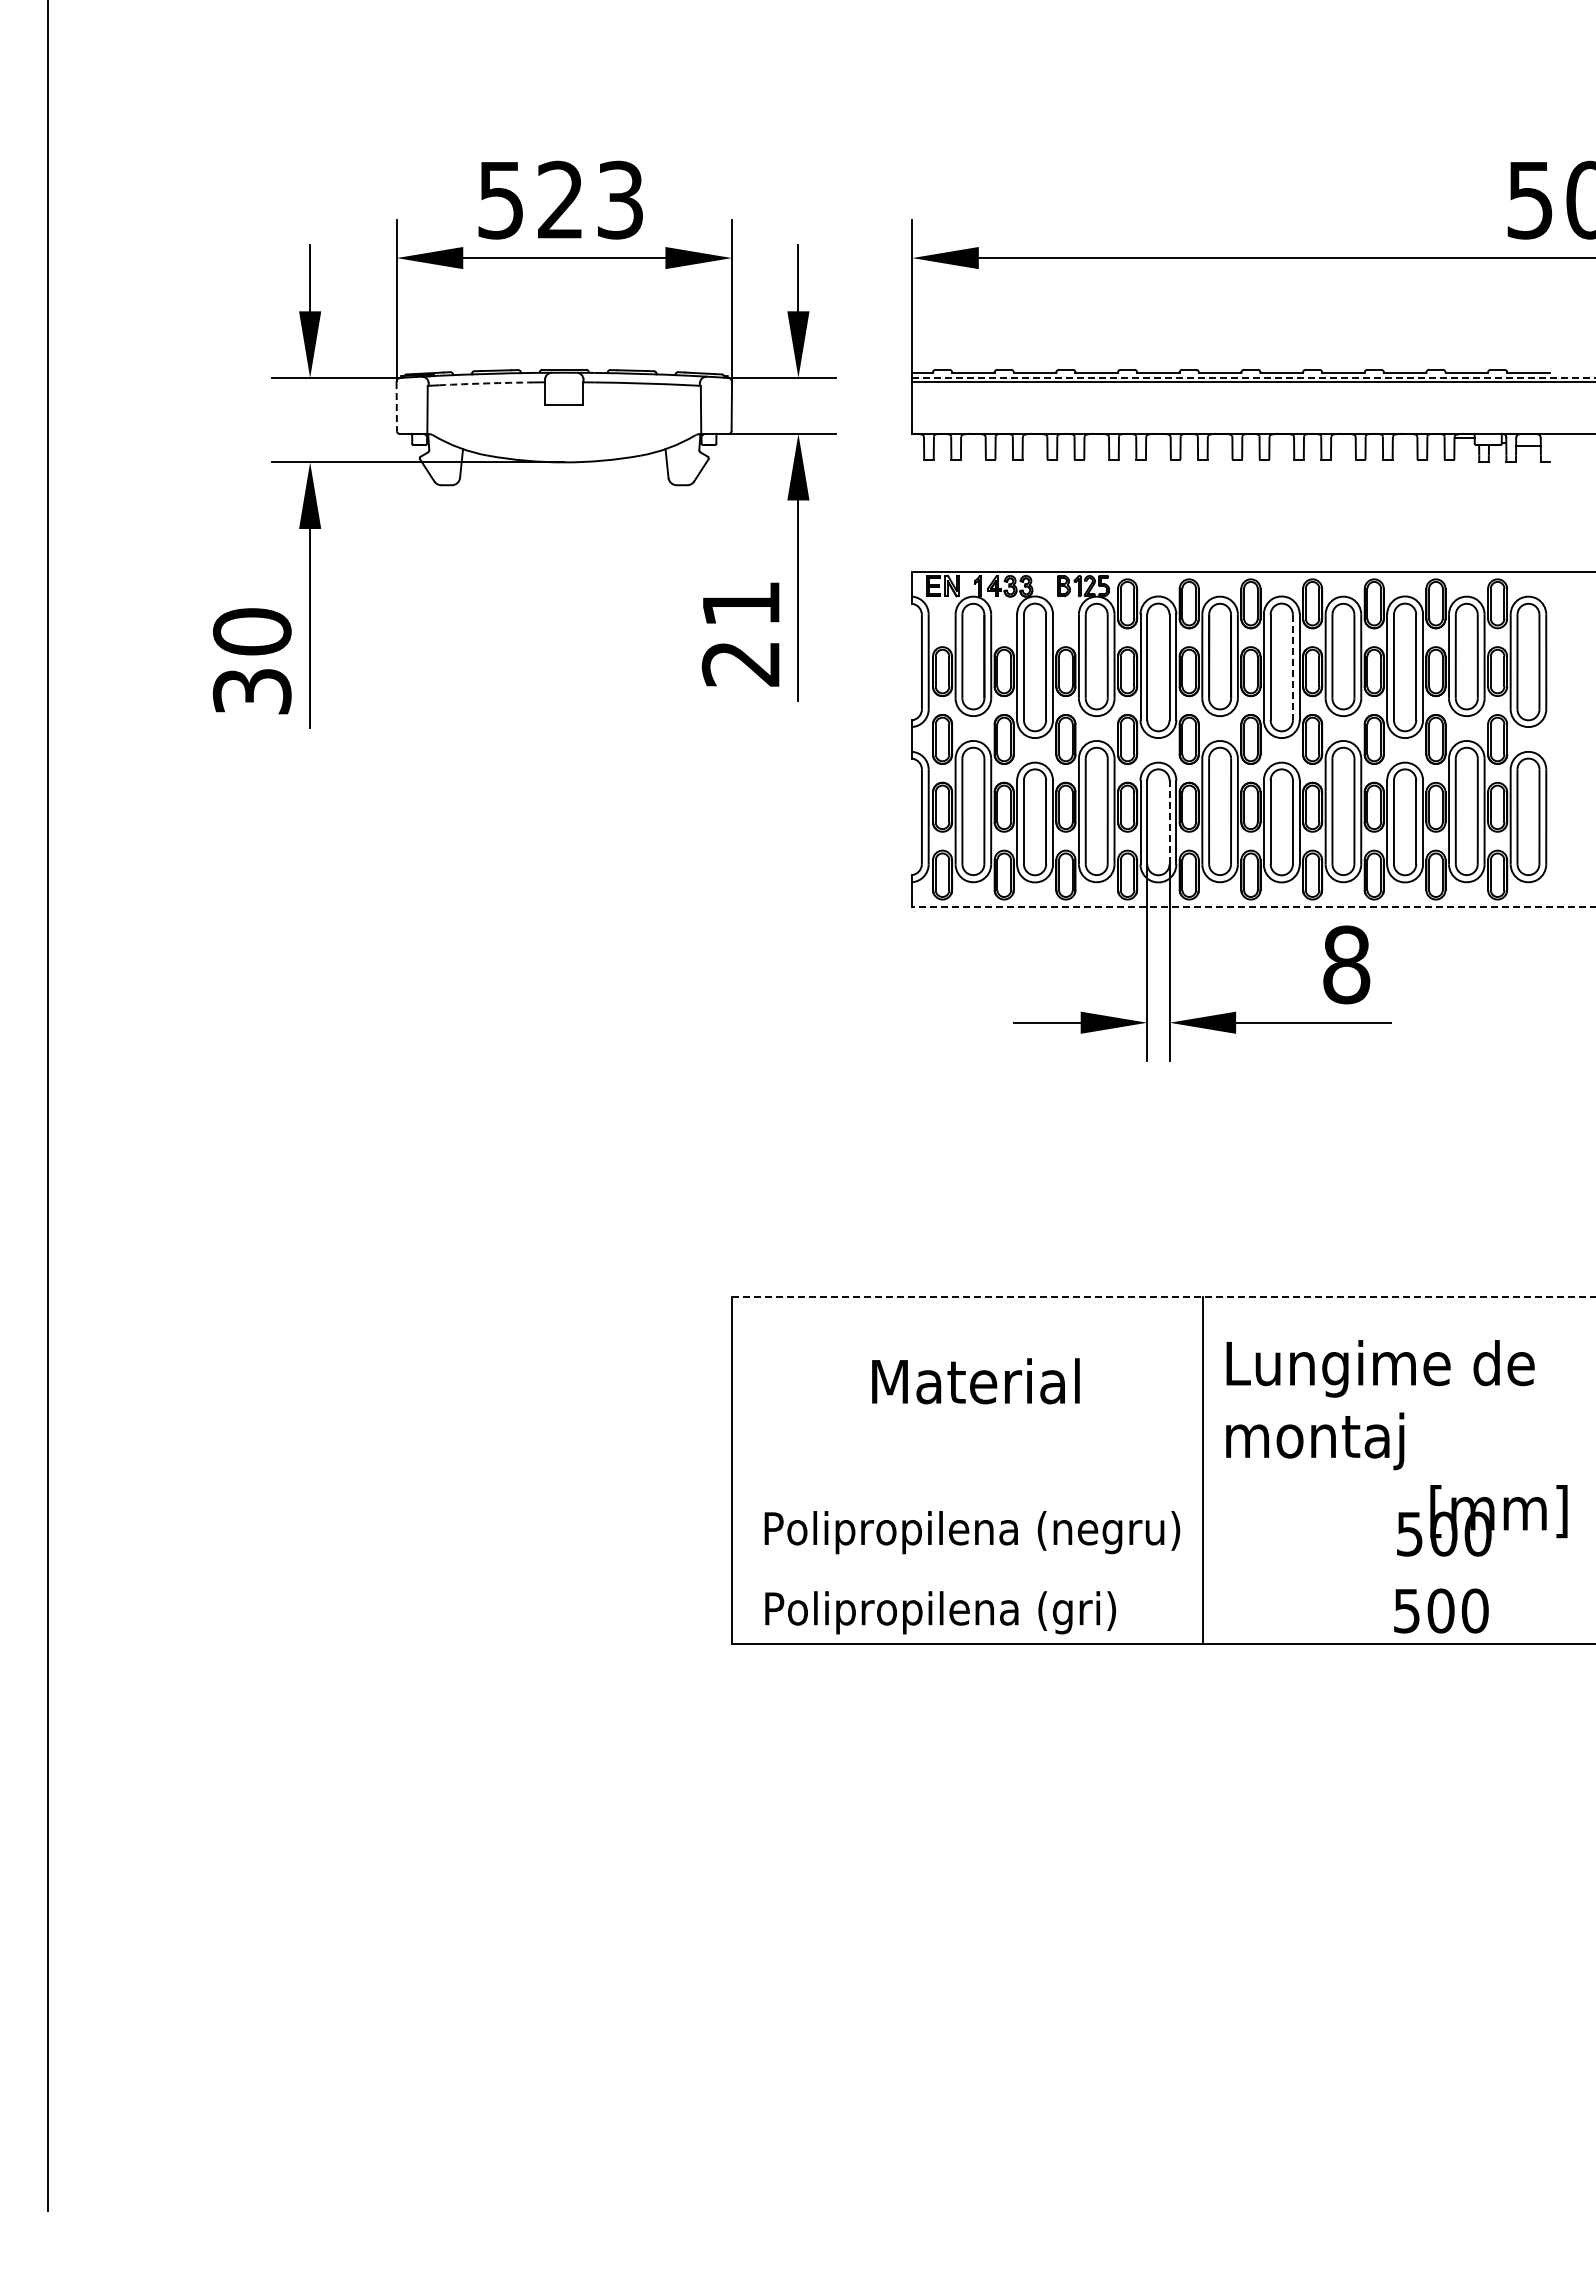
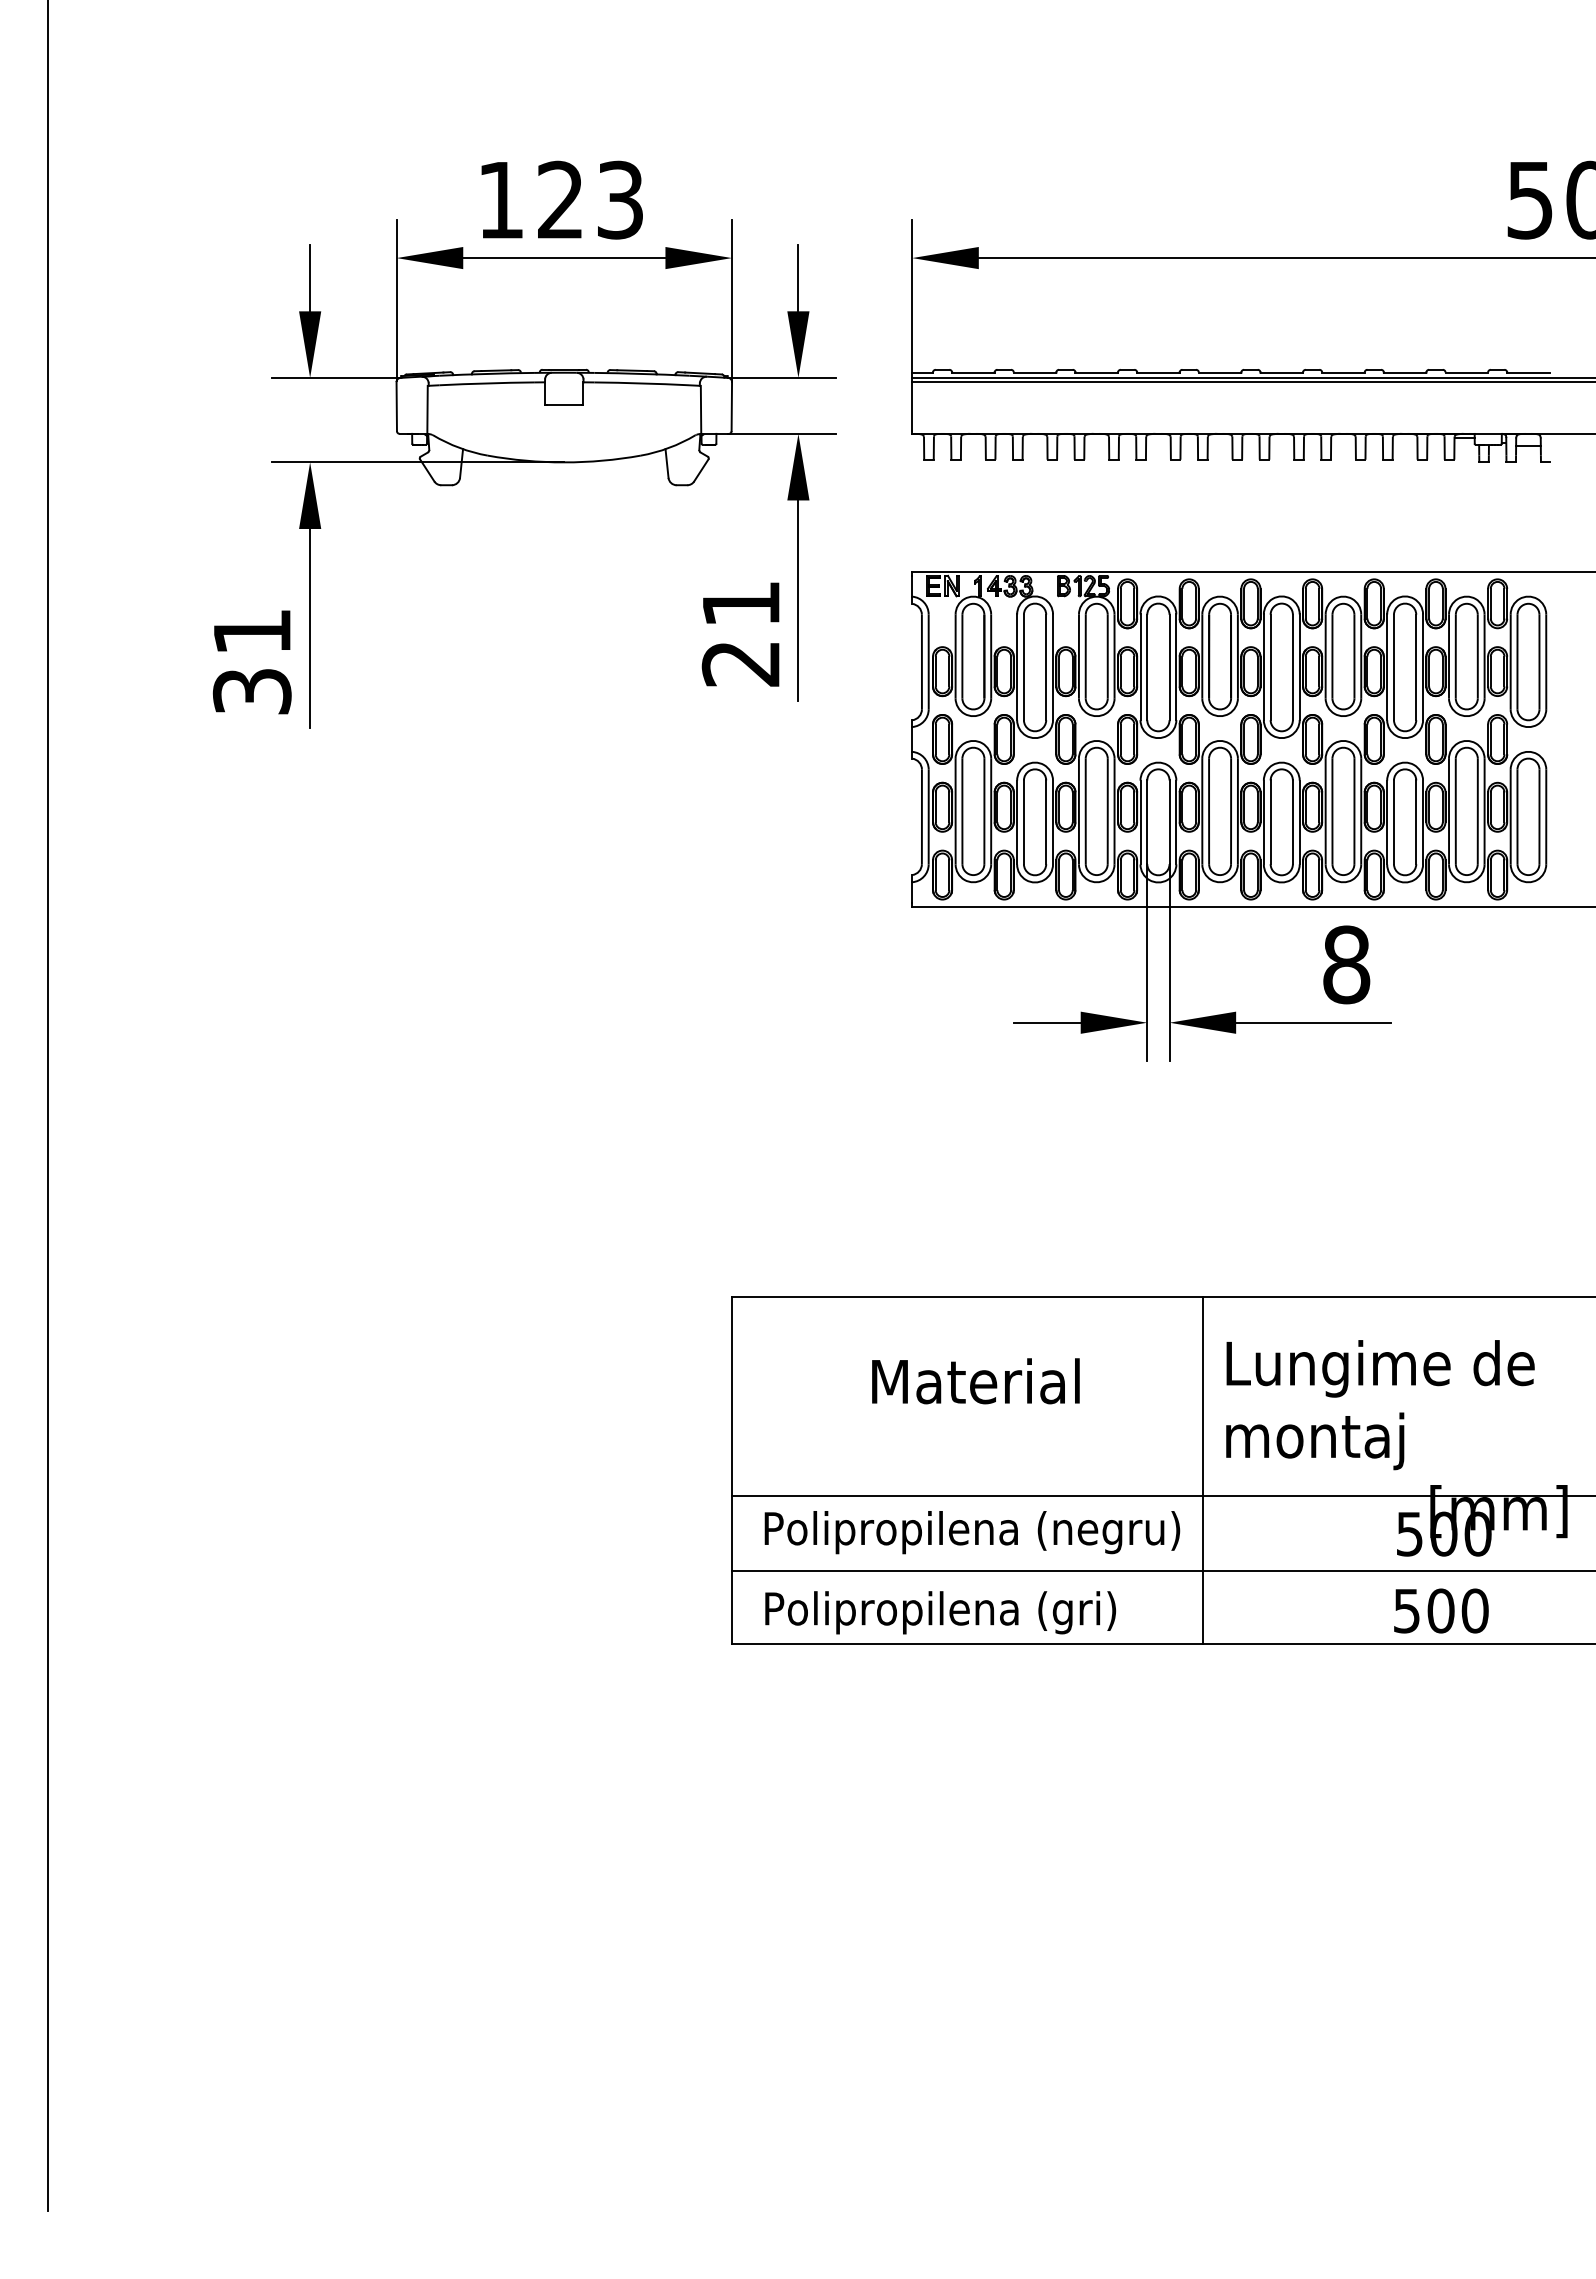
text at (500, 200): 523 -> 123
line at (1254, 377): dashed -> solid
arc at (486, 383): dashed -> solid
line at (396, 406): dashed -> solid
text at (251, 631): 30 -> 31
line at (1292, 667): dashed -> solid
line at (1169, 822): dashed -> solid
line at (1253, 907): dashed -> solid
line at (1163, 1296): dashed -> solid
line at (1161, 1495): none -> present
line at (1161, 1570): none -> present
